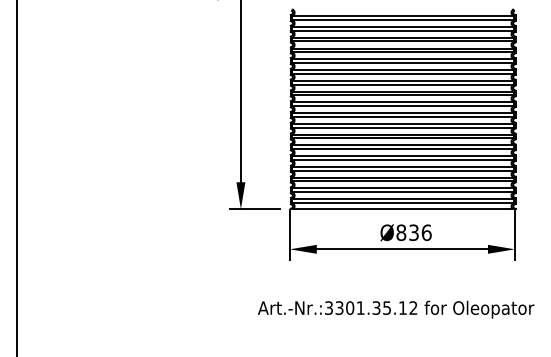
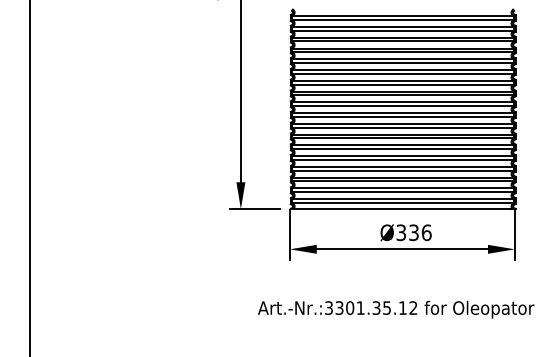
line at (16, 177) position: (16, 177) -> (29, 177)
text at (401, 232): Ø836 -> Ø336
